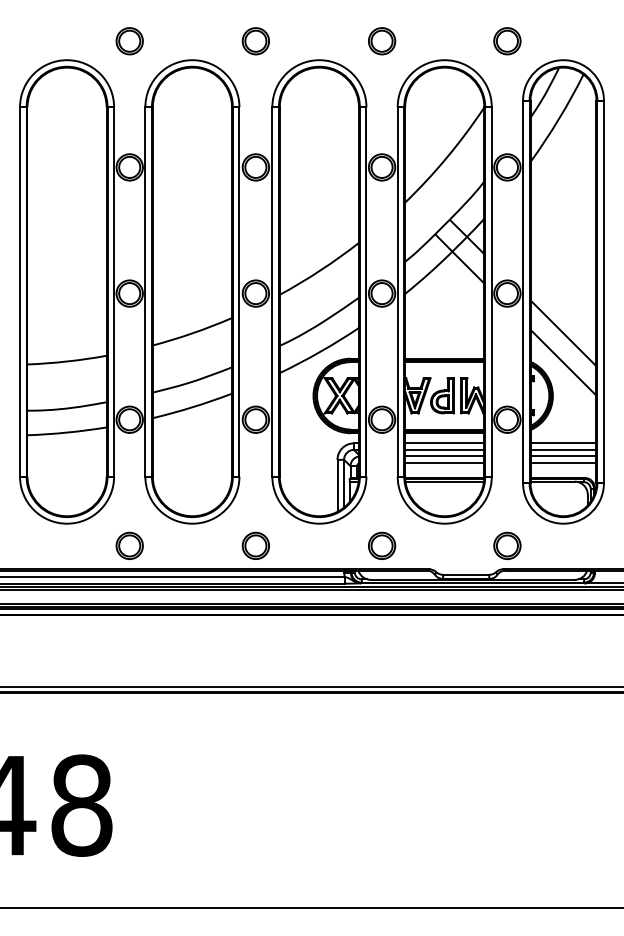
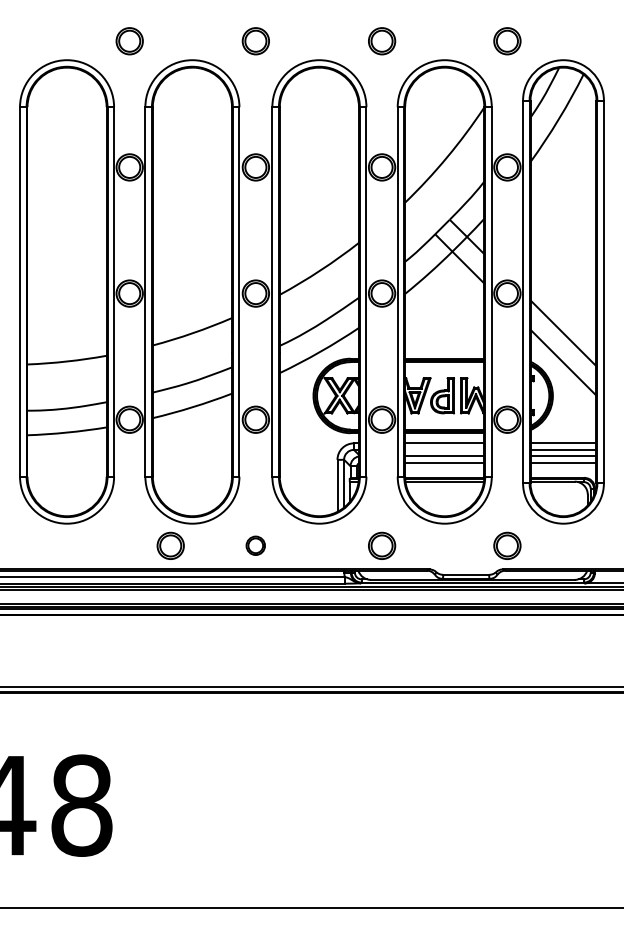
line at (444, 449): present -> none
part at (129, 545) position: (129, 545) -> (170, 545)
part at (255, 545) size: 29x29 px -> 21x21 px
